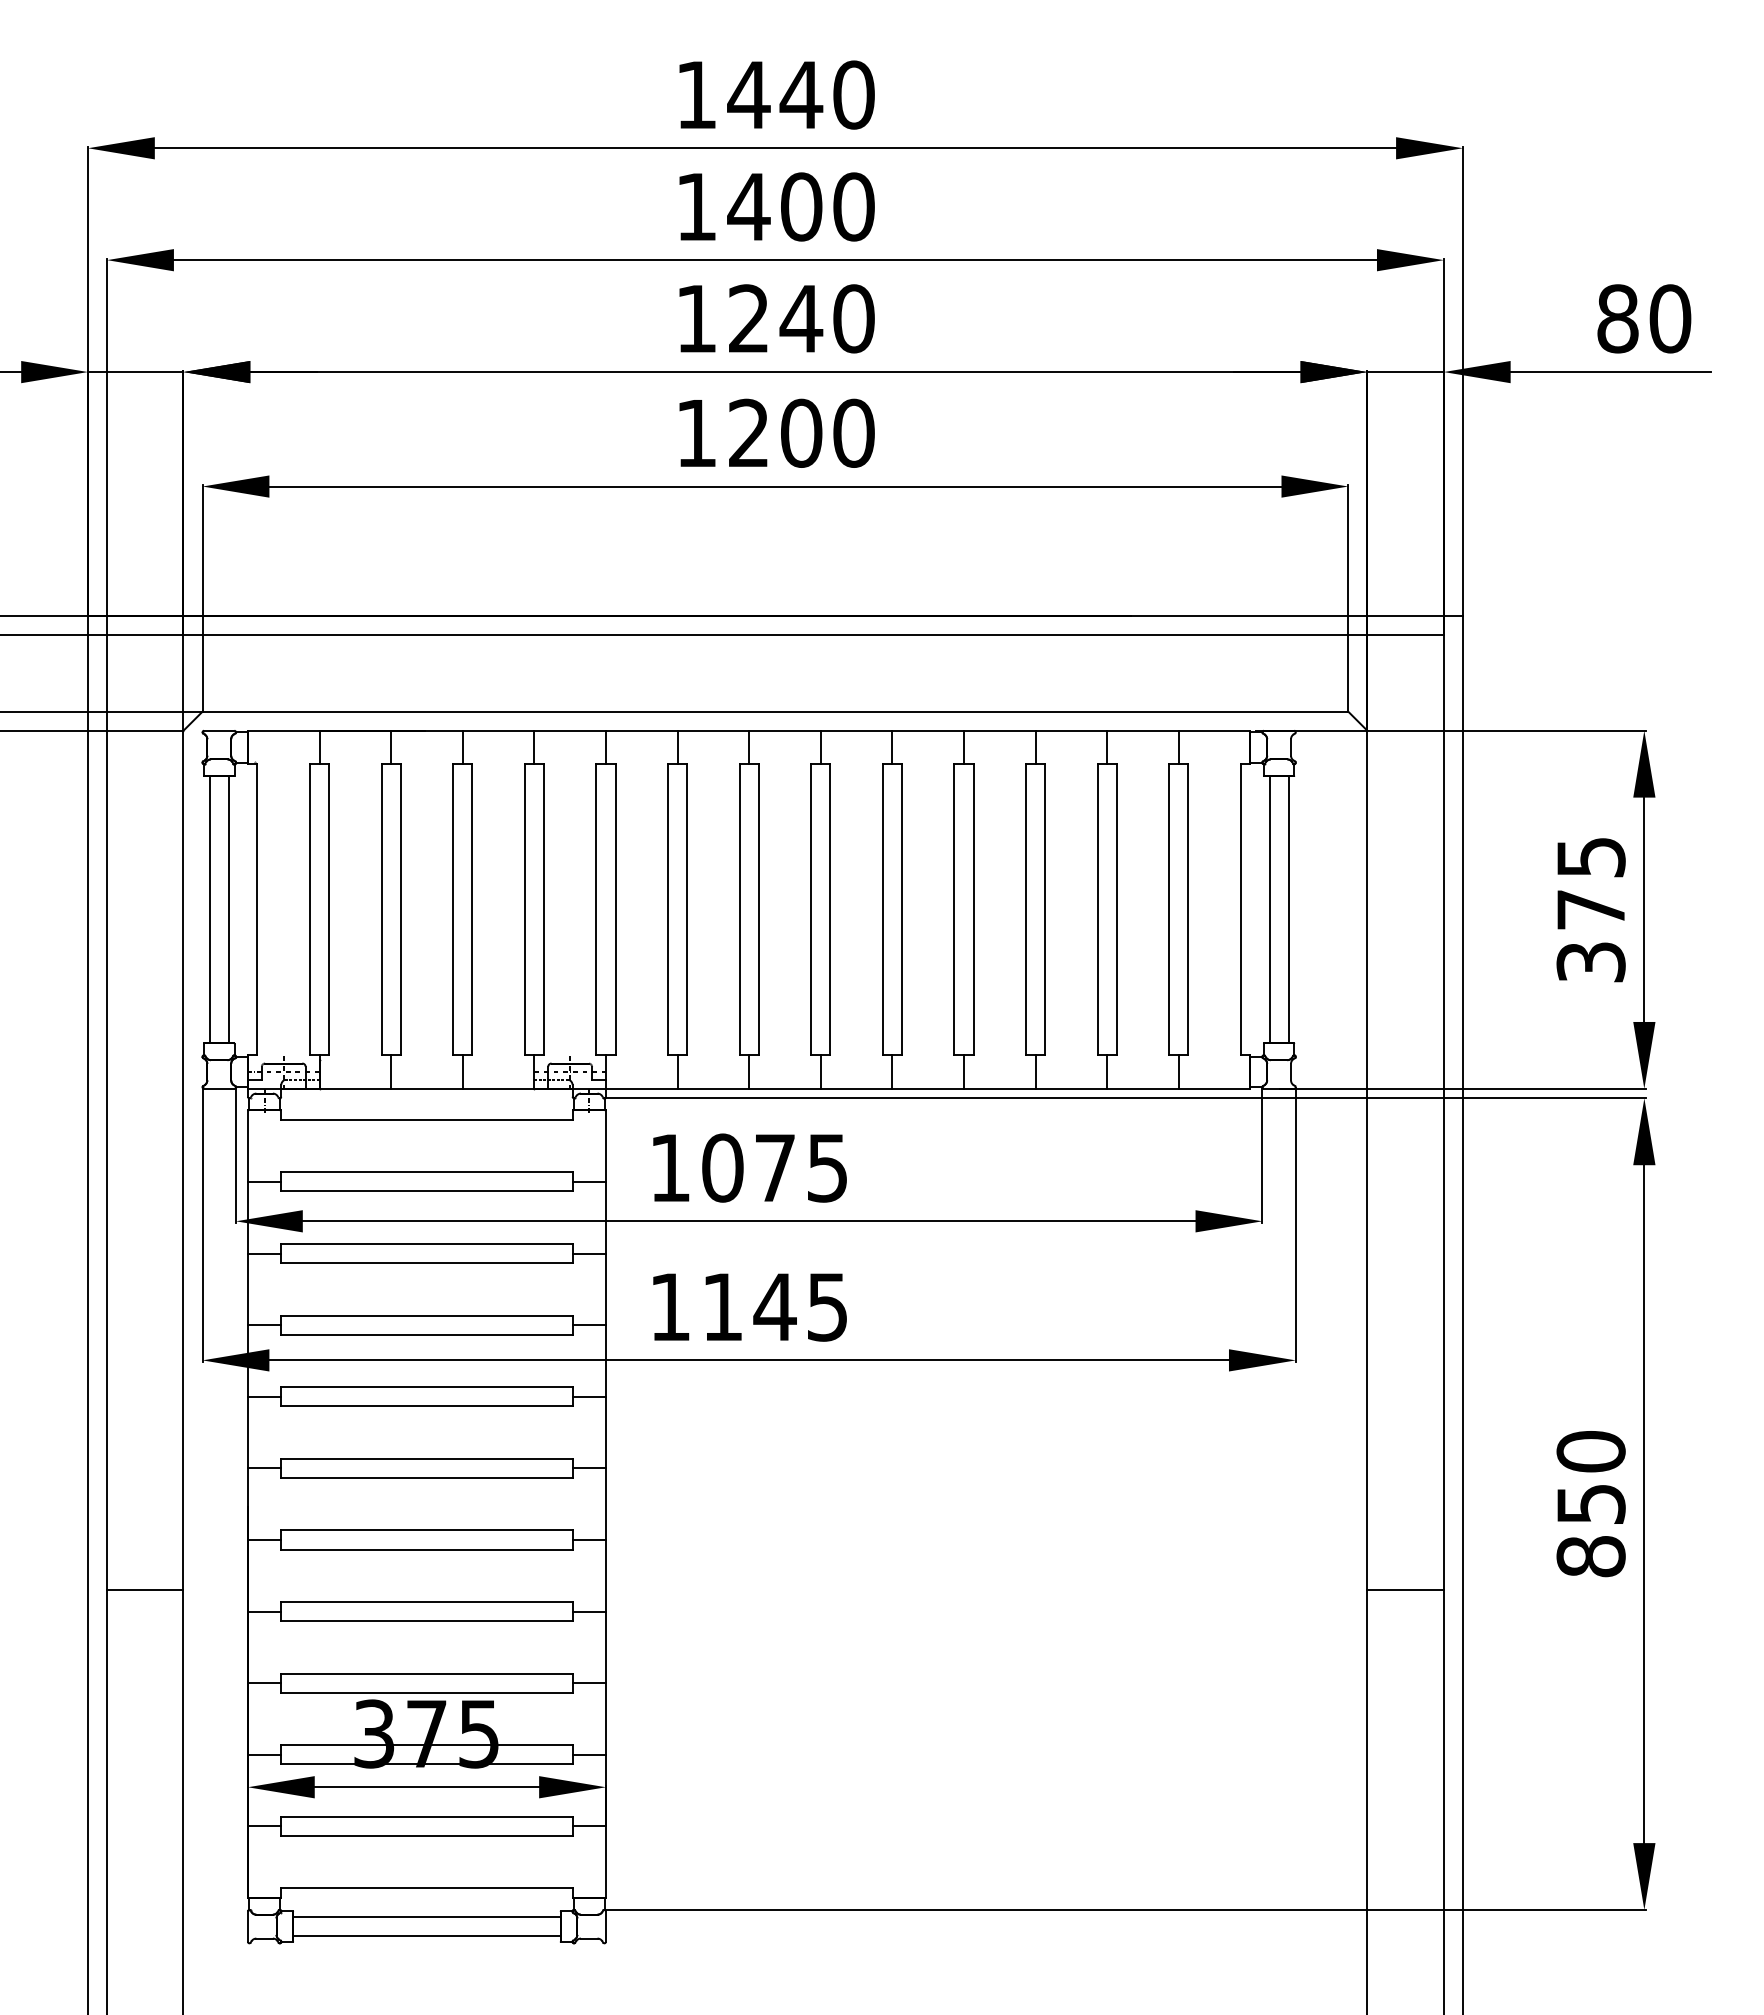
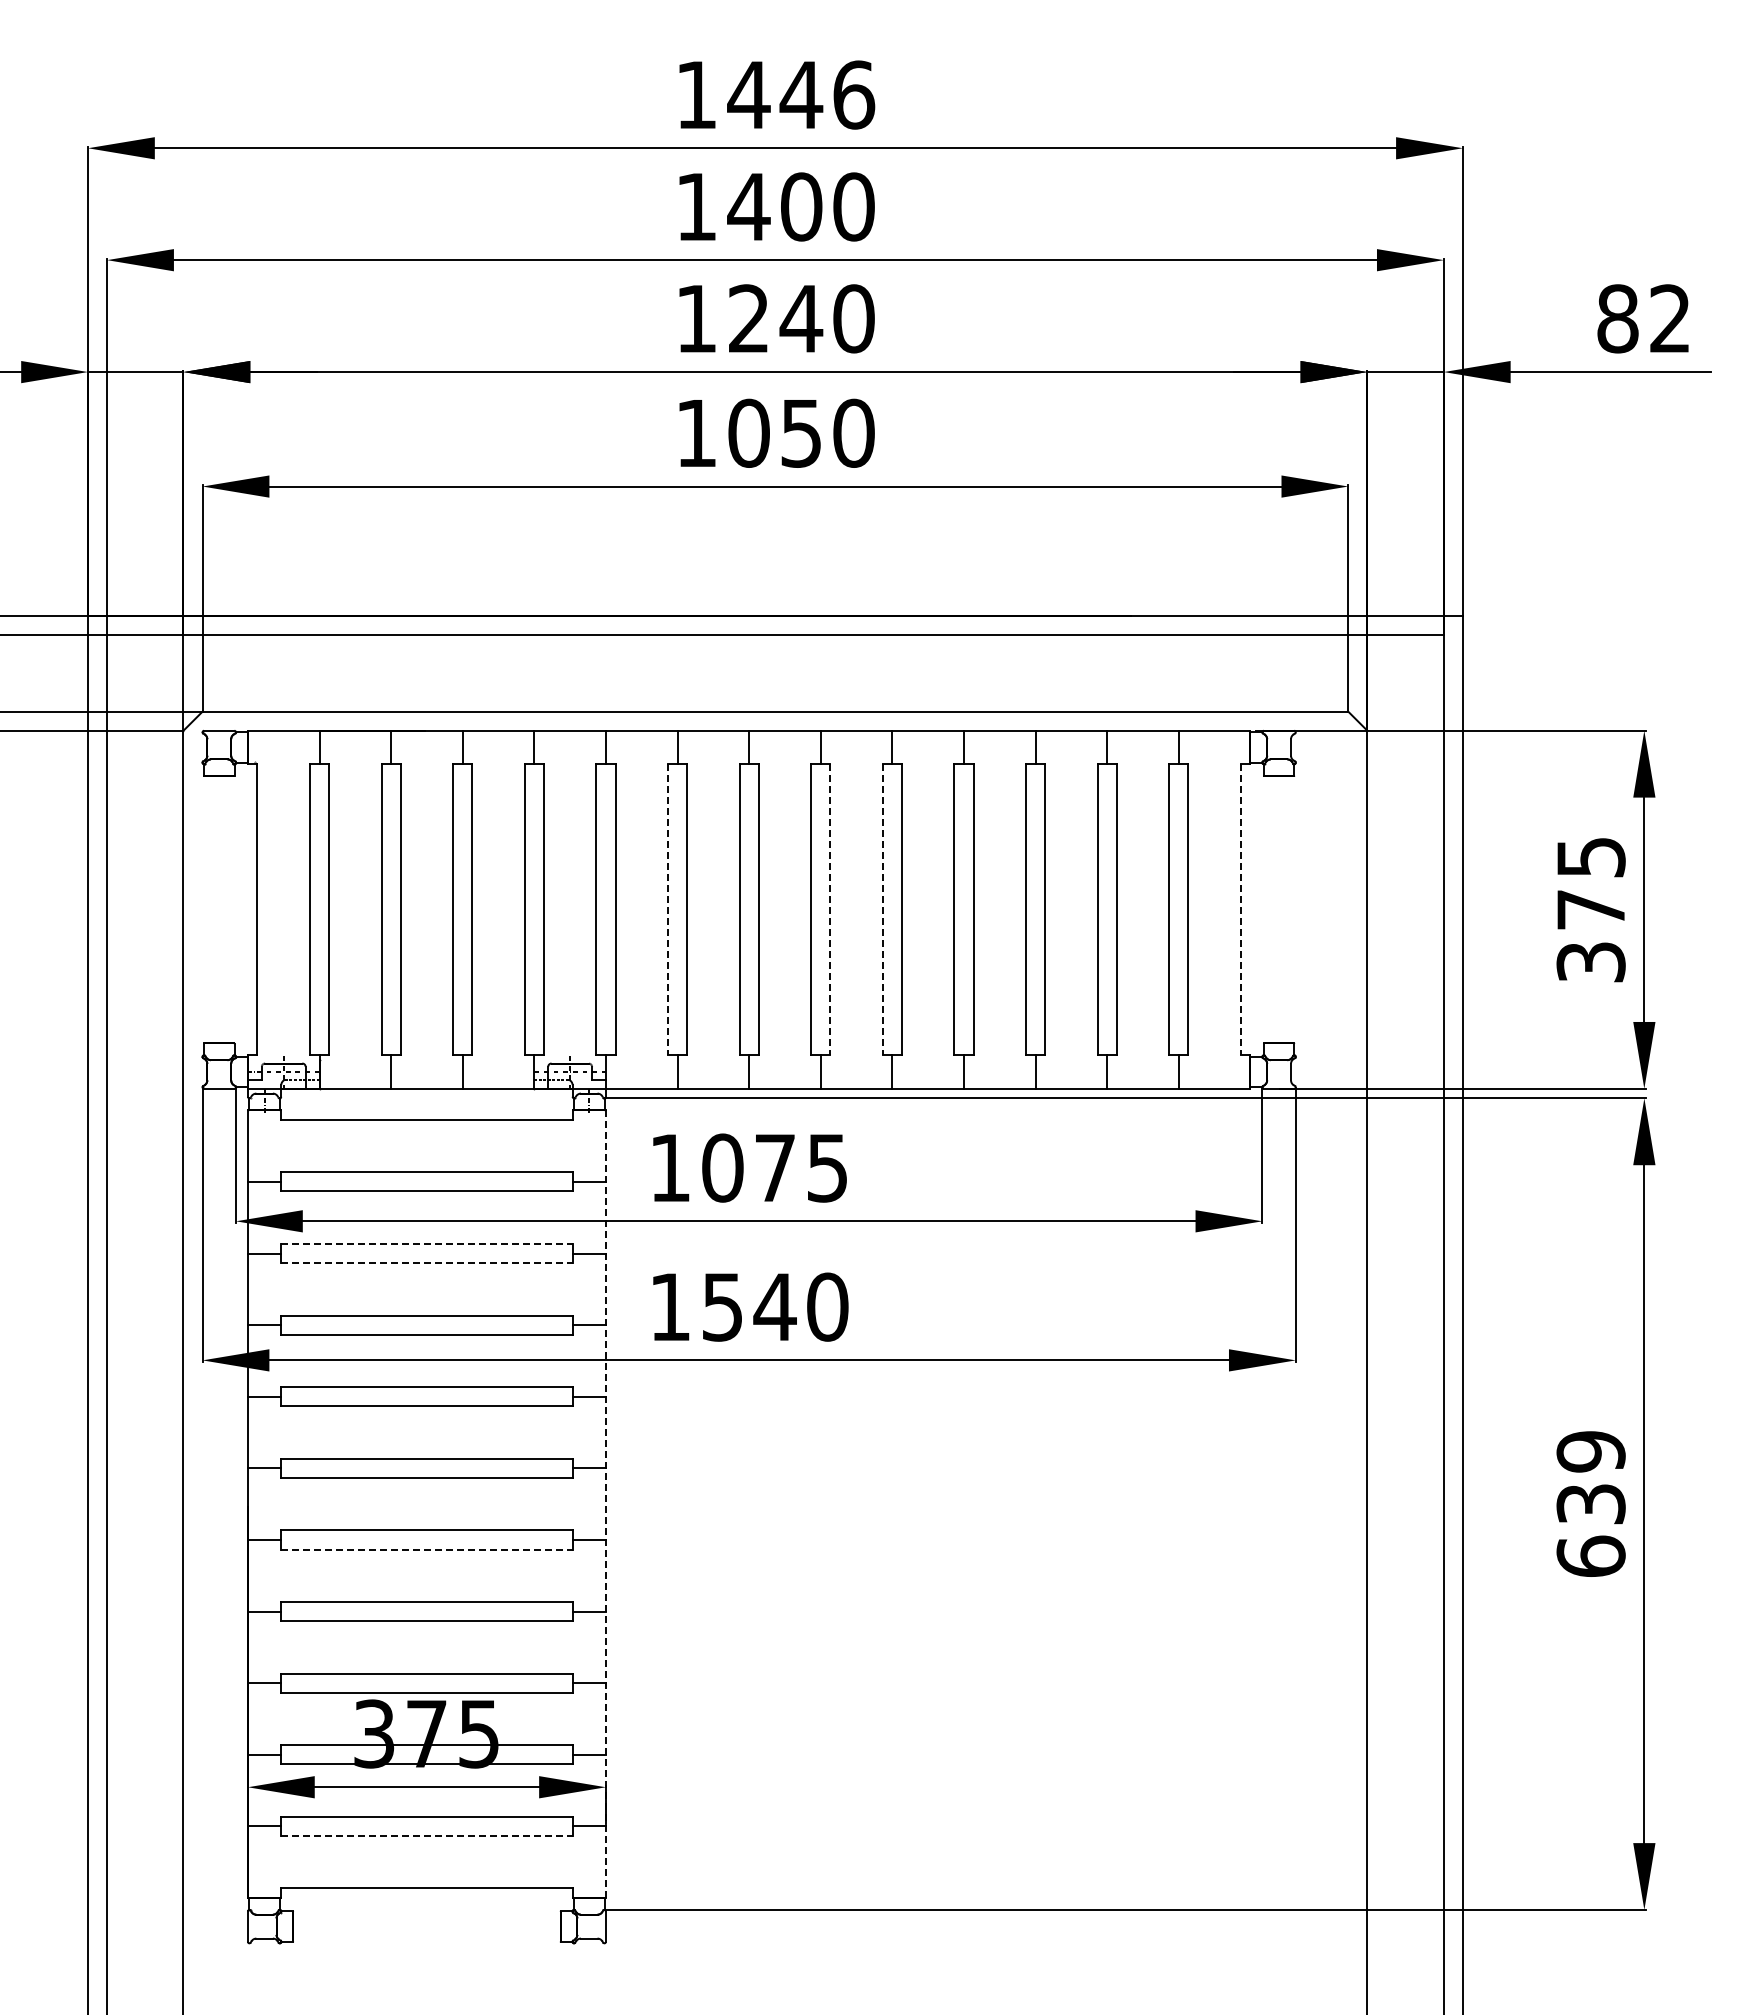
text at (854, 94): 1440 -> 1446
text at (1670, 318): 80 -> 82
text at (775, 432): 1200 -> 1050
line at (209, 909): present -> none
line at (228, 909): present -> none
line at (668, 909): solid -> dashed
line at (830, 909): solid -> dashed
line at (882, 909): solid -> dashed
line at (1240, 909): solid -> dashed
line at (1269, 909): present -> none
line at (1288, 909): present -> none
line at (426, 1243): solid -> dashed
line at (426, 1263): solid -> dashed
text at (775, 1306): 1145 -> 1540
line at (605, 1504): solid -> dashed
text at (1590, 1504): 850 -> 639
line at (426, 1549): solid -> dashed
line at (145, 1590): present -> none
line at (1405, 1590): present -> none
line at (426, 1835): solid -> dashed
line at (426, 1917): present -> none
line at (426, 1936): present -> none
